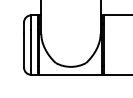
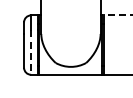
line at (117, 15): solid -> dashed
line at (31, 53): solid -> dashed
